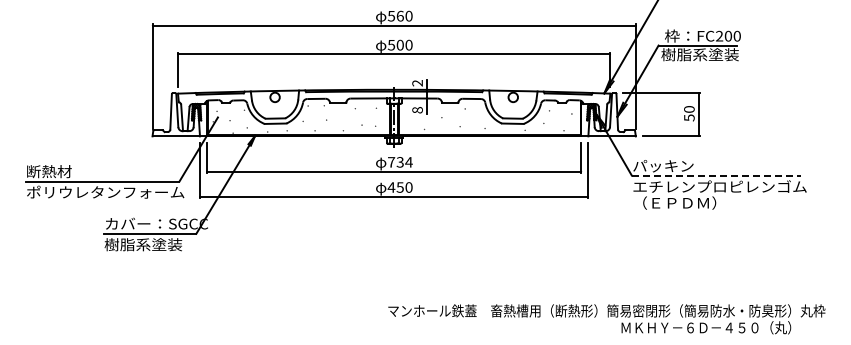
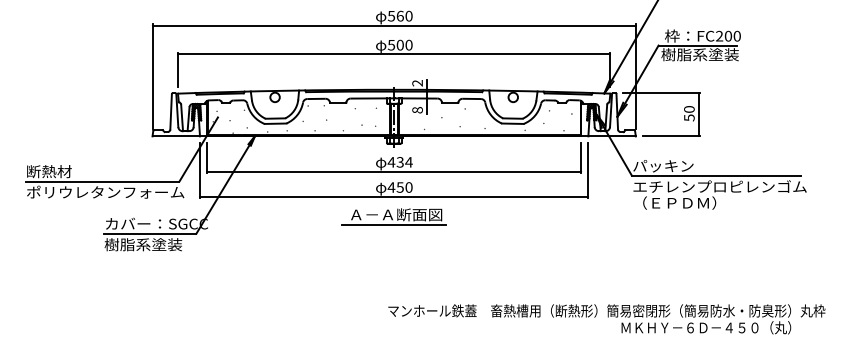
text at (391, 162): 734 -> 434
line at (716, 175): dashed -> solid
part at (393, 216): none -> present
